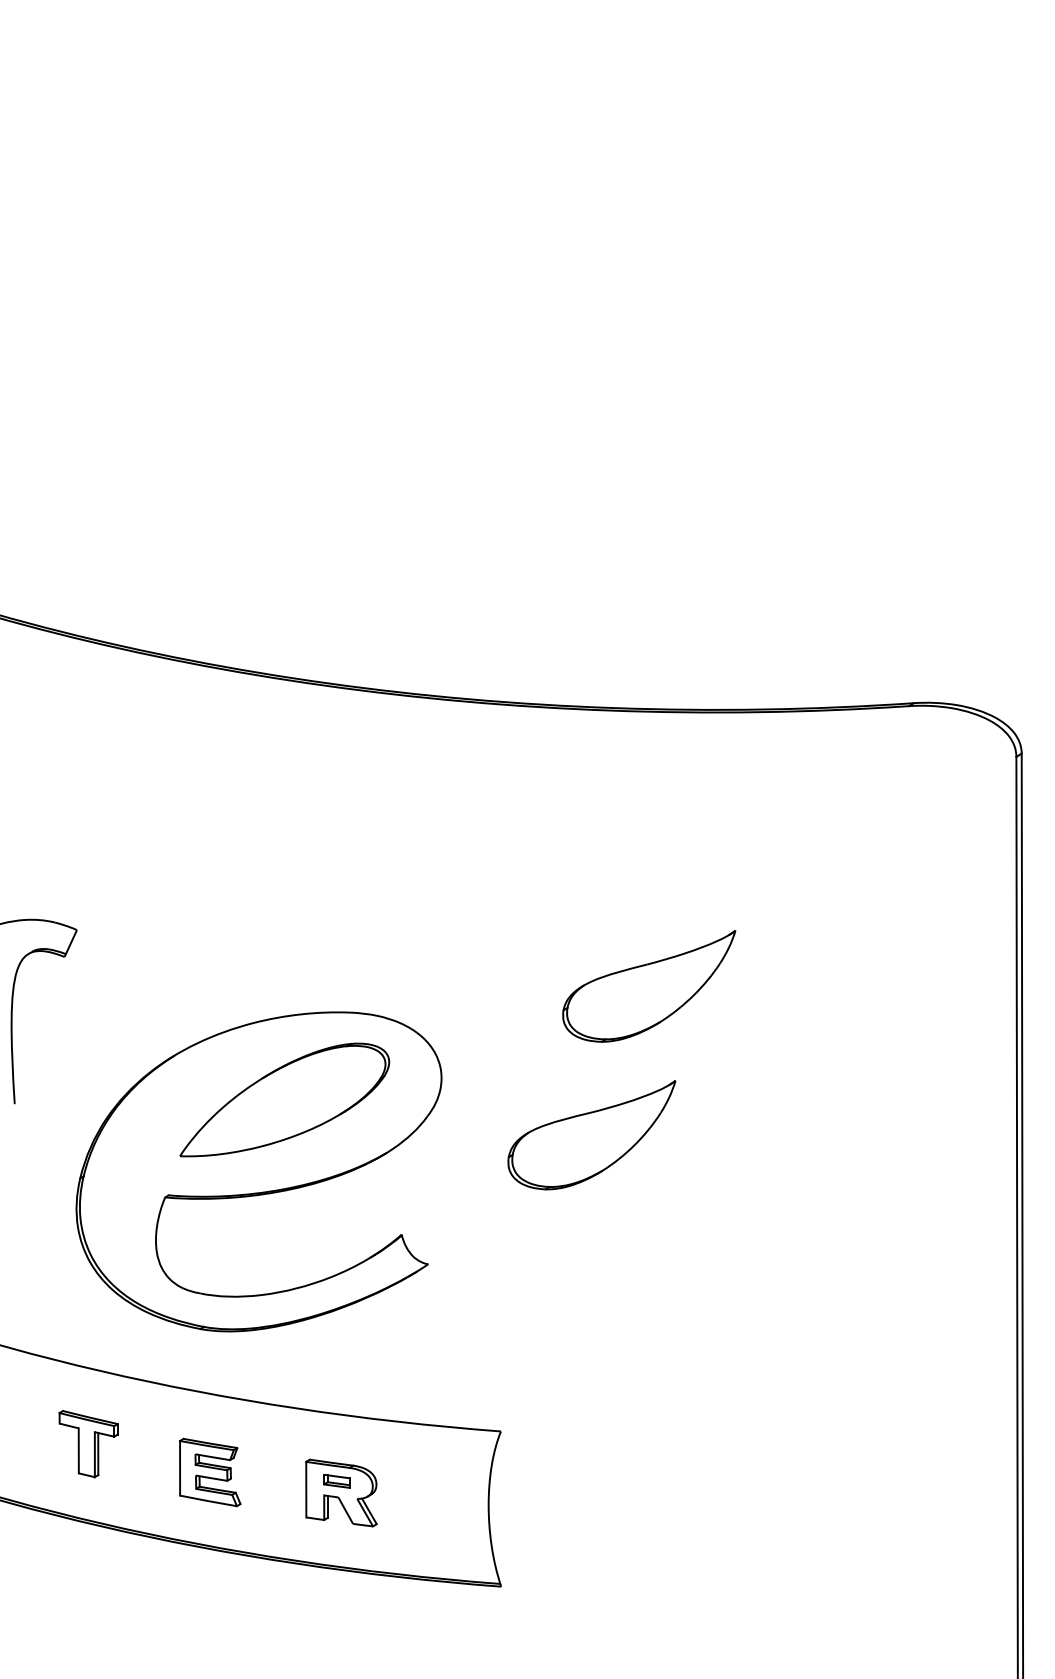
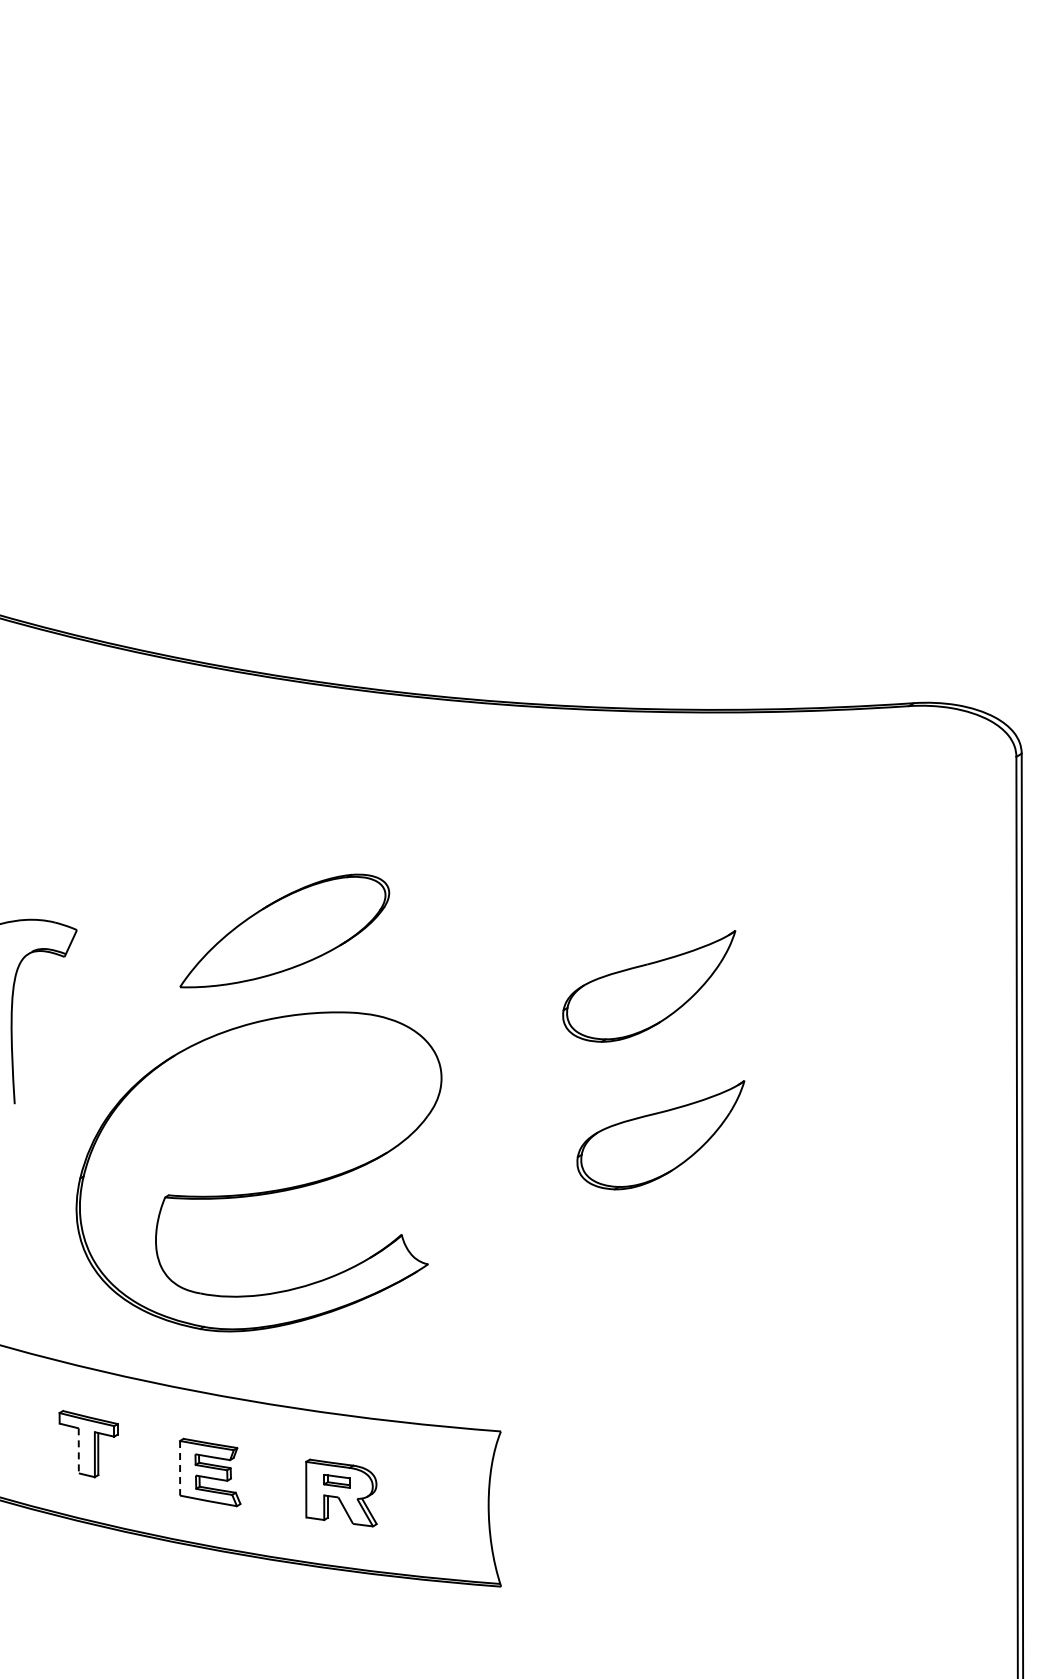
part at (284, 1099) position: (284, 1099) -> (284, 930)
part at (591, 1135) position: (591, 1135) -> (660, 1135)
line at (78, 1450): solid -> dashed
line at (180, 1468): solid -> dashed
